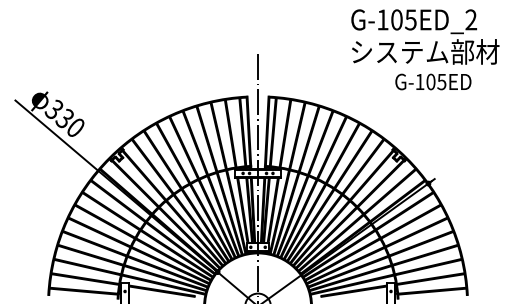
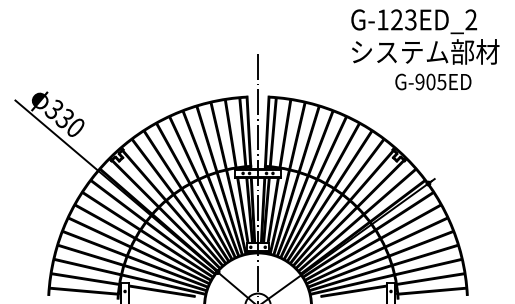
text at (403, 19): G-105ED_2 -> G-123ED_2
text at (419, 81): G-105ED -> G-905ED
